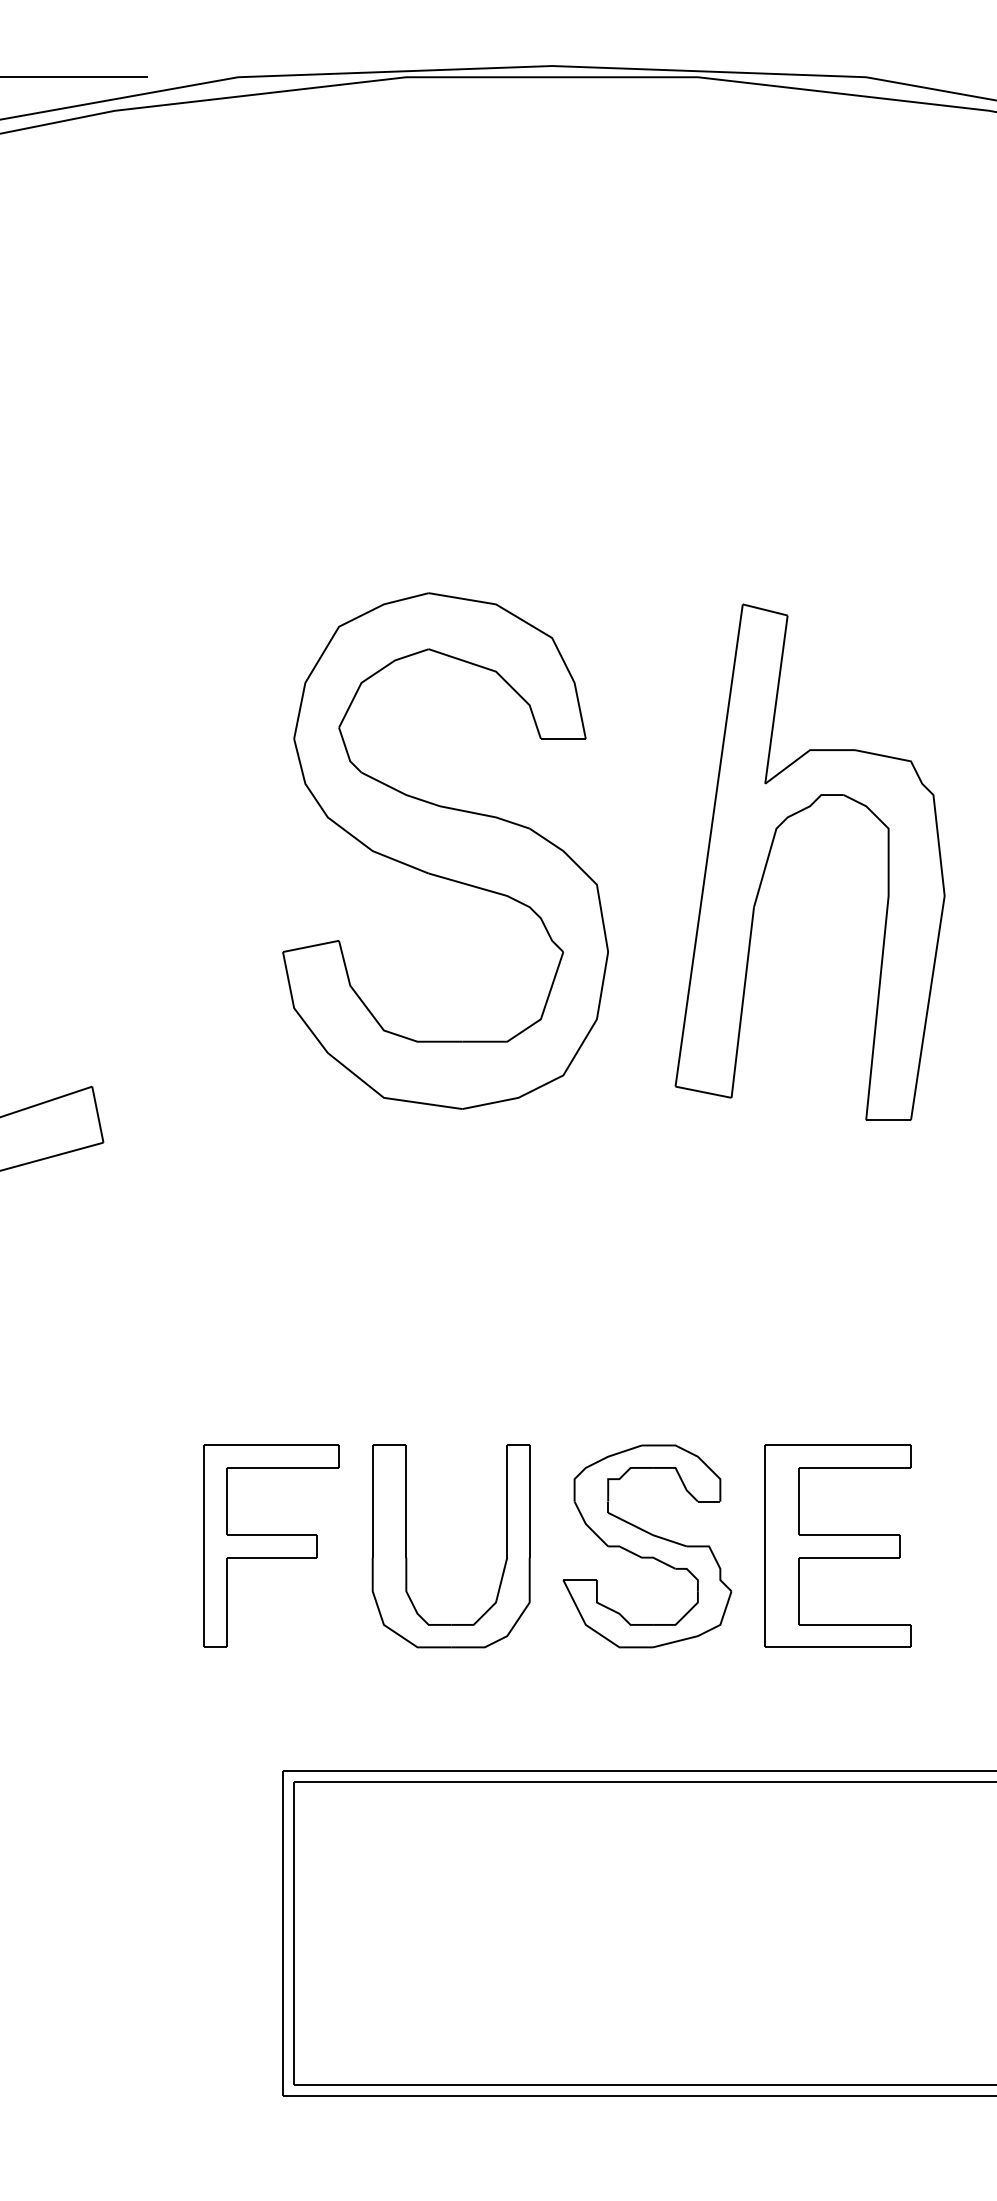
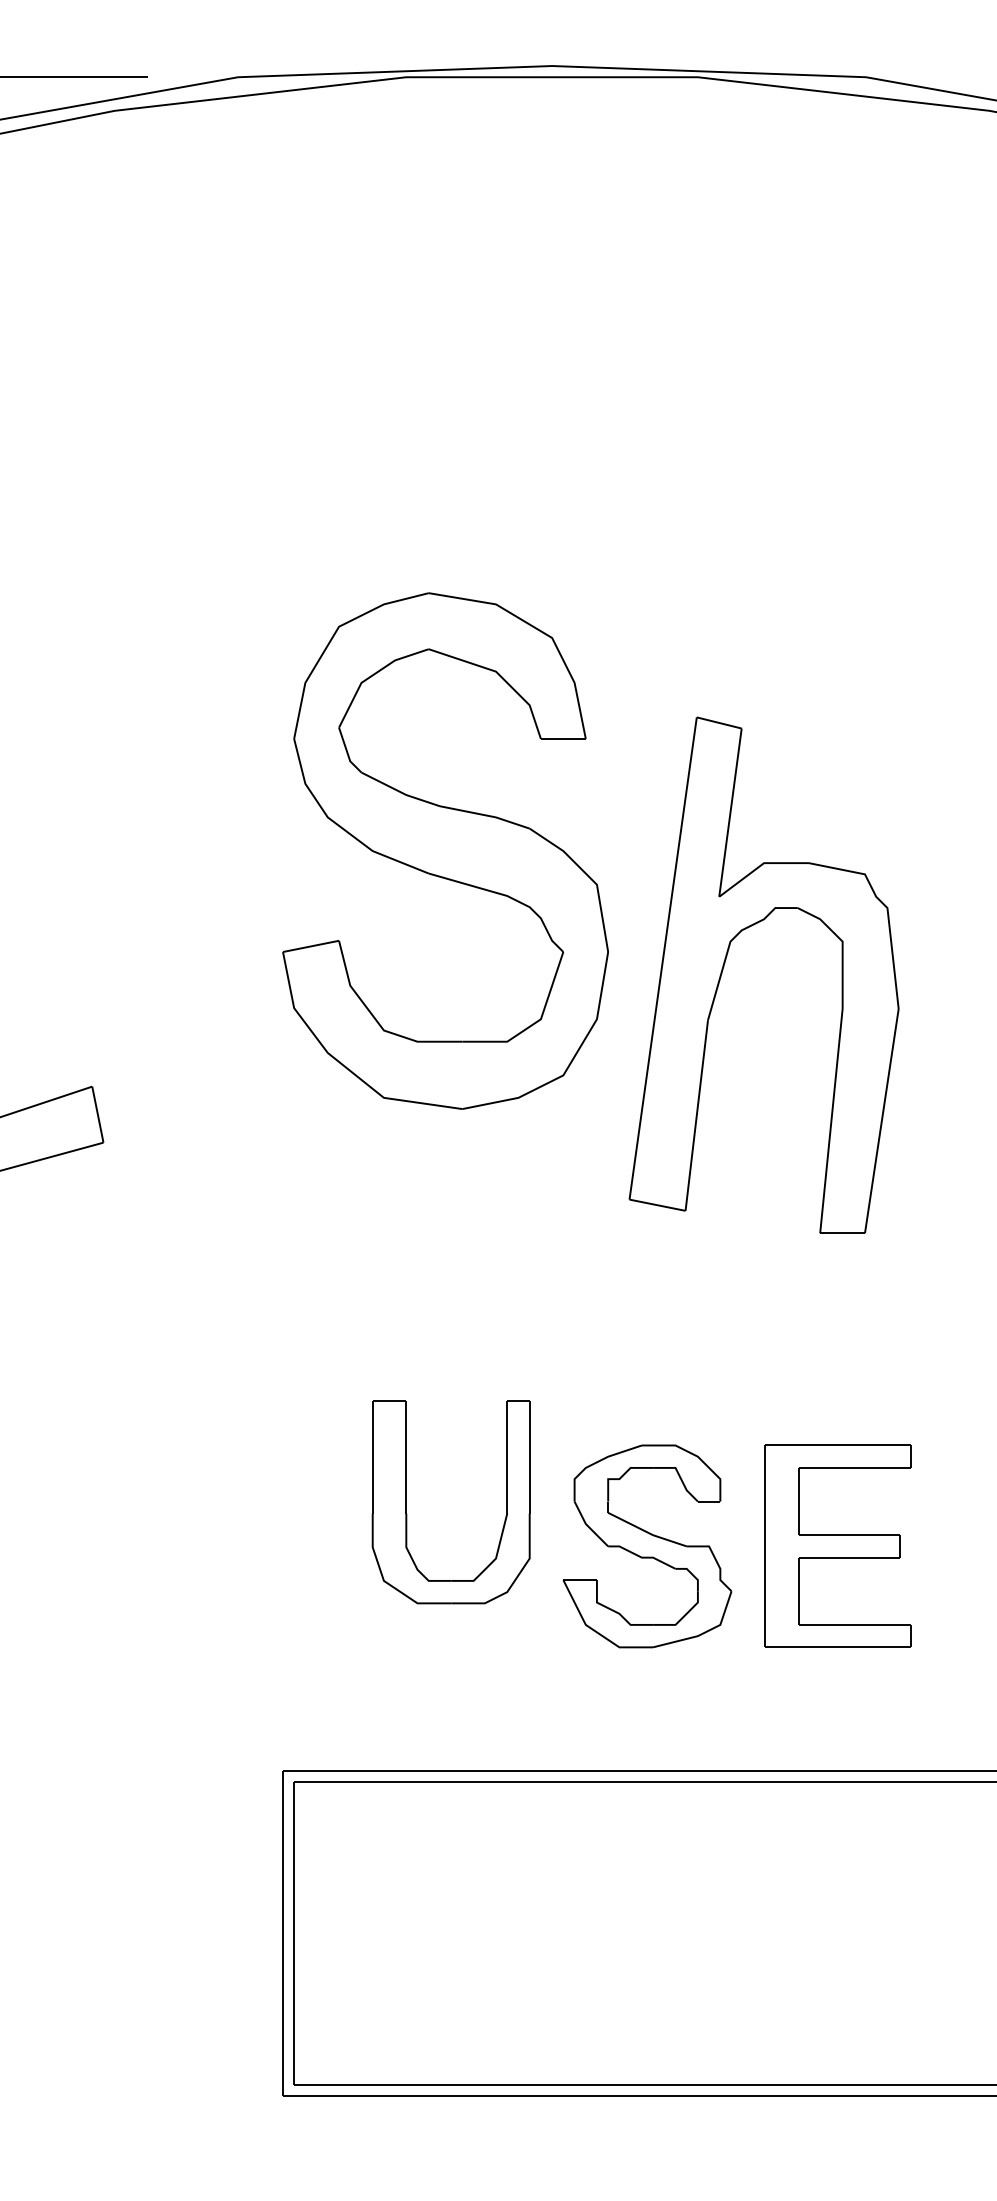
part at (771, 850) position: (771, 850) -> (725, 963)
part at (271, 1545): present -> none
part at (406, 1546) position: (406, 1546) -> (406, 1502)
